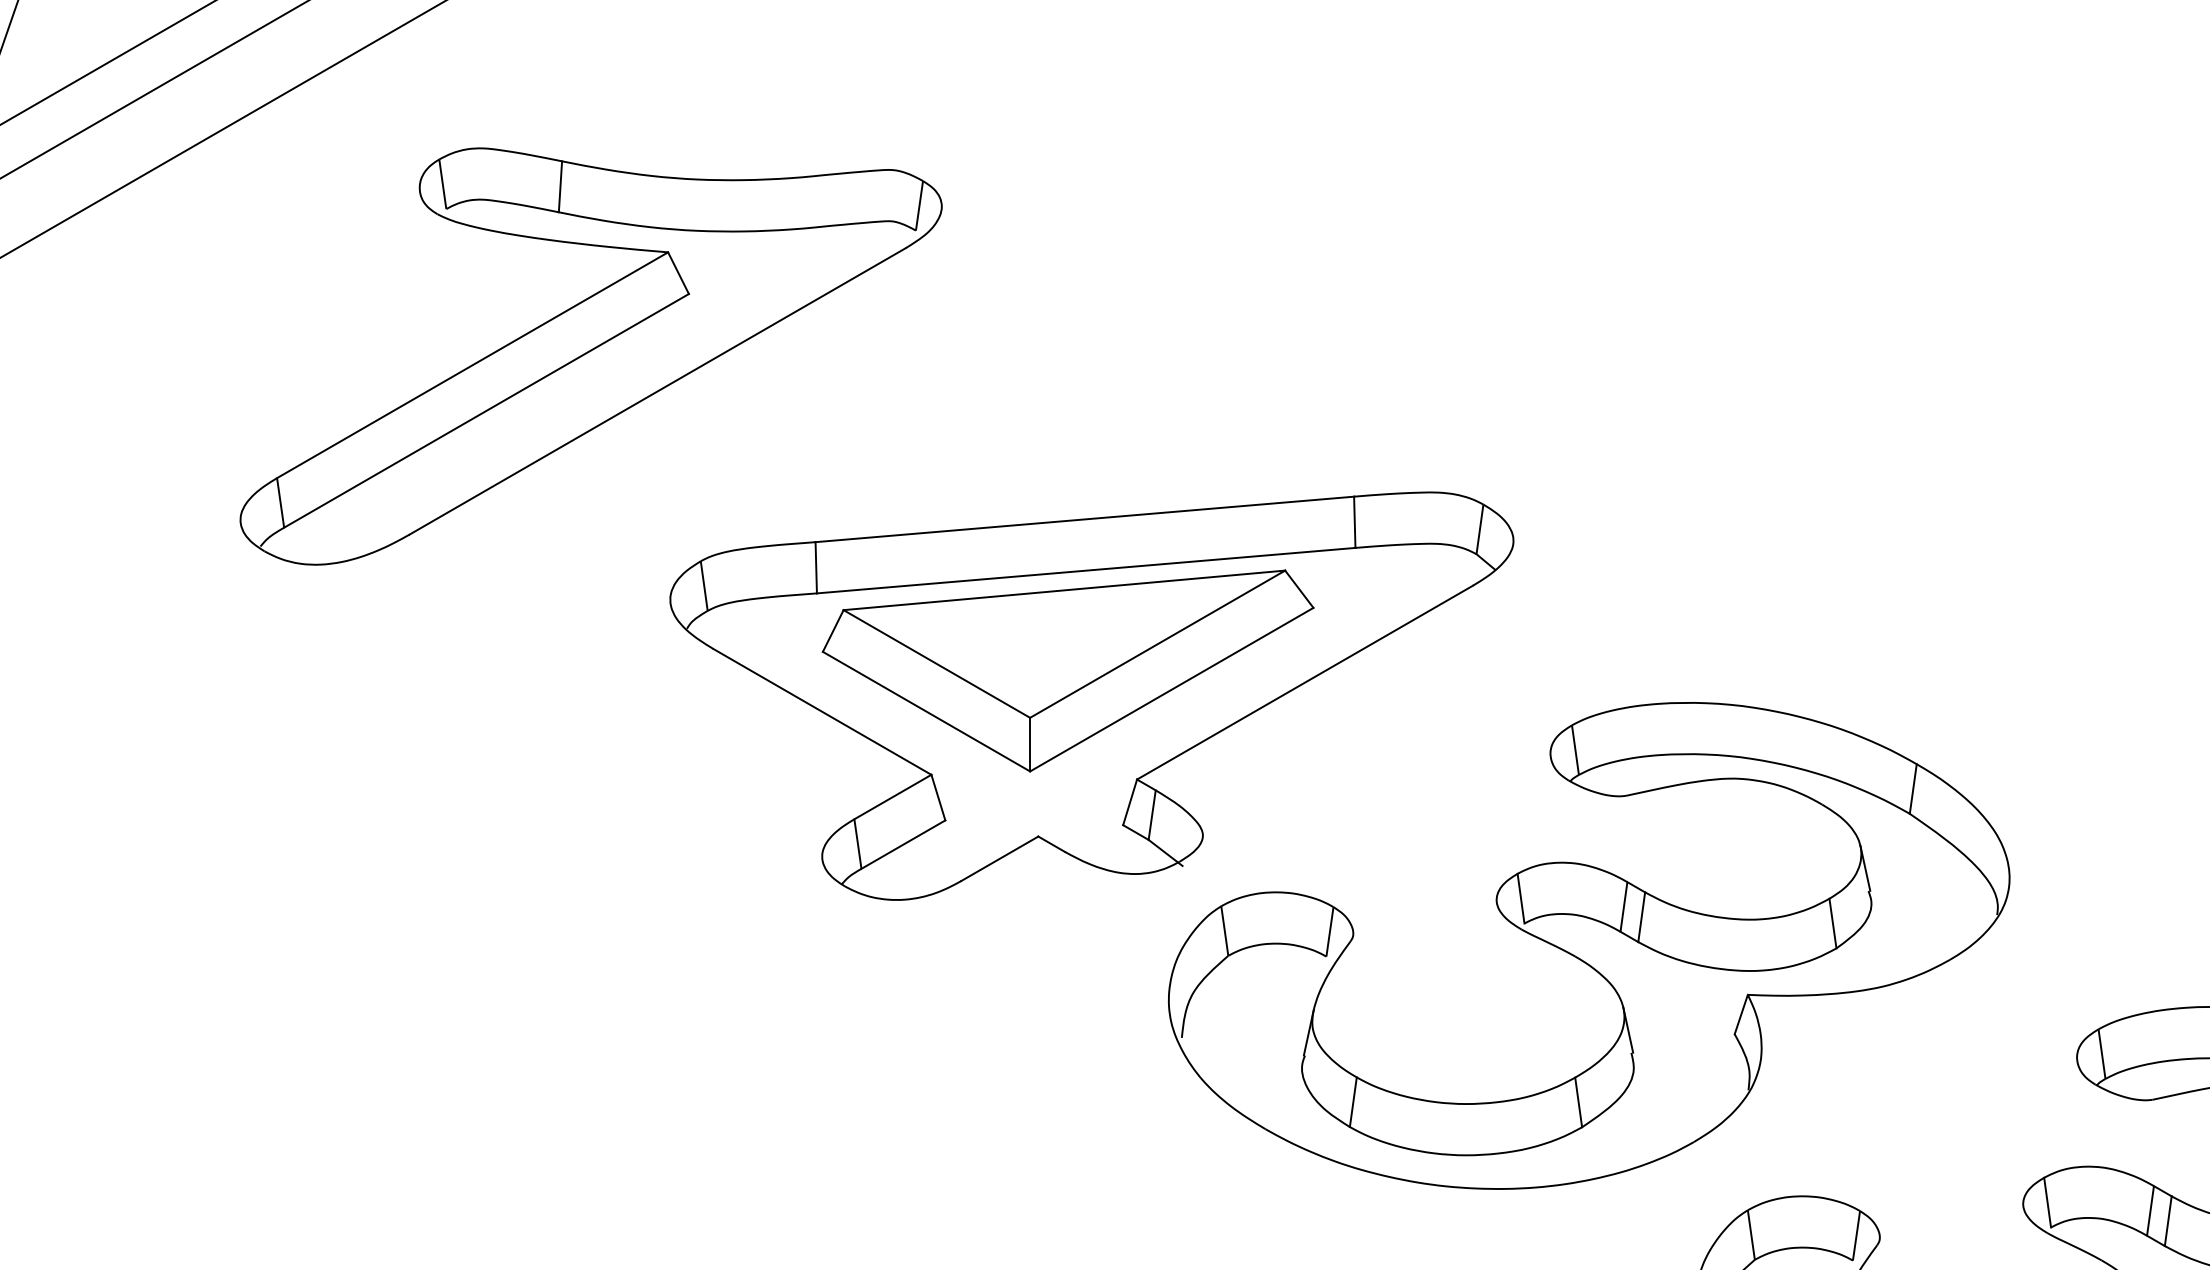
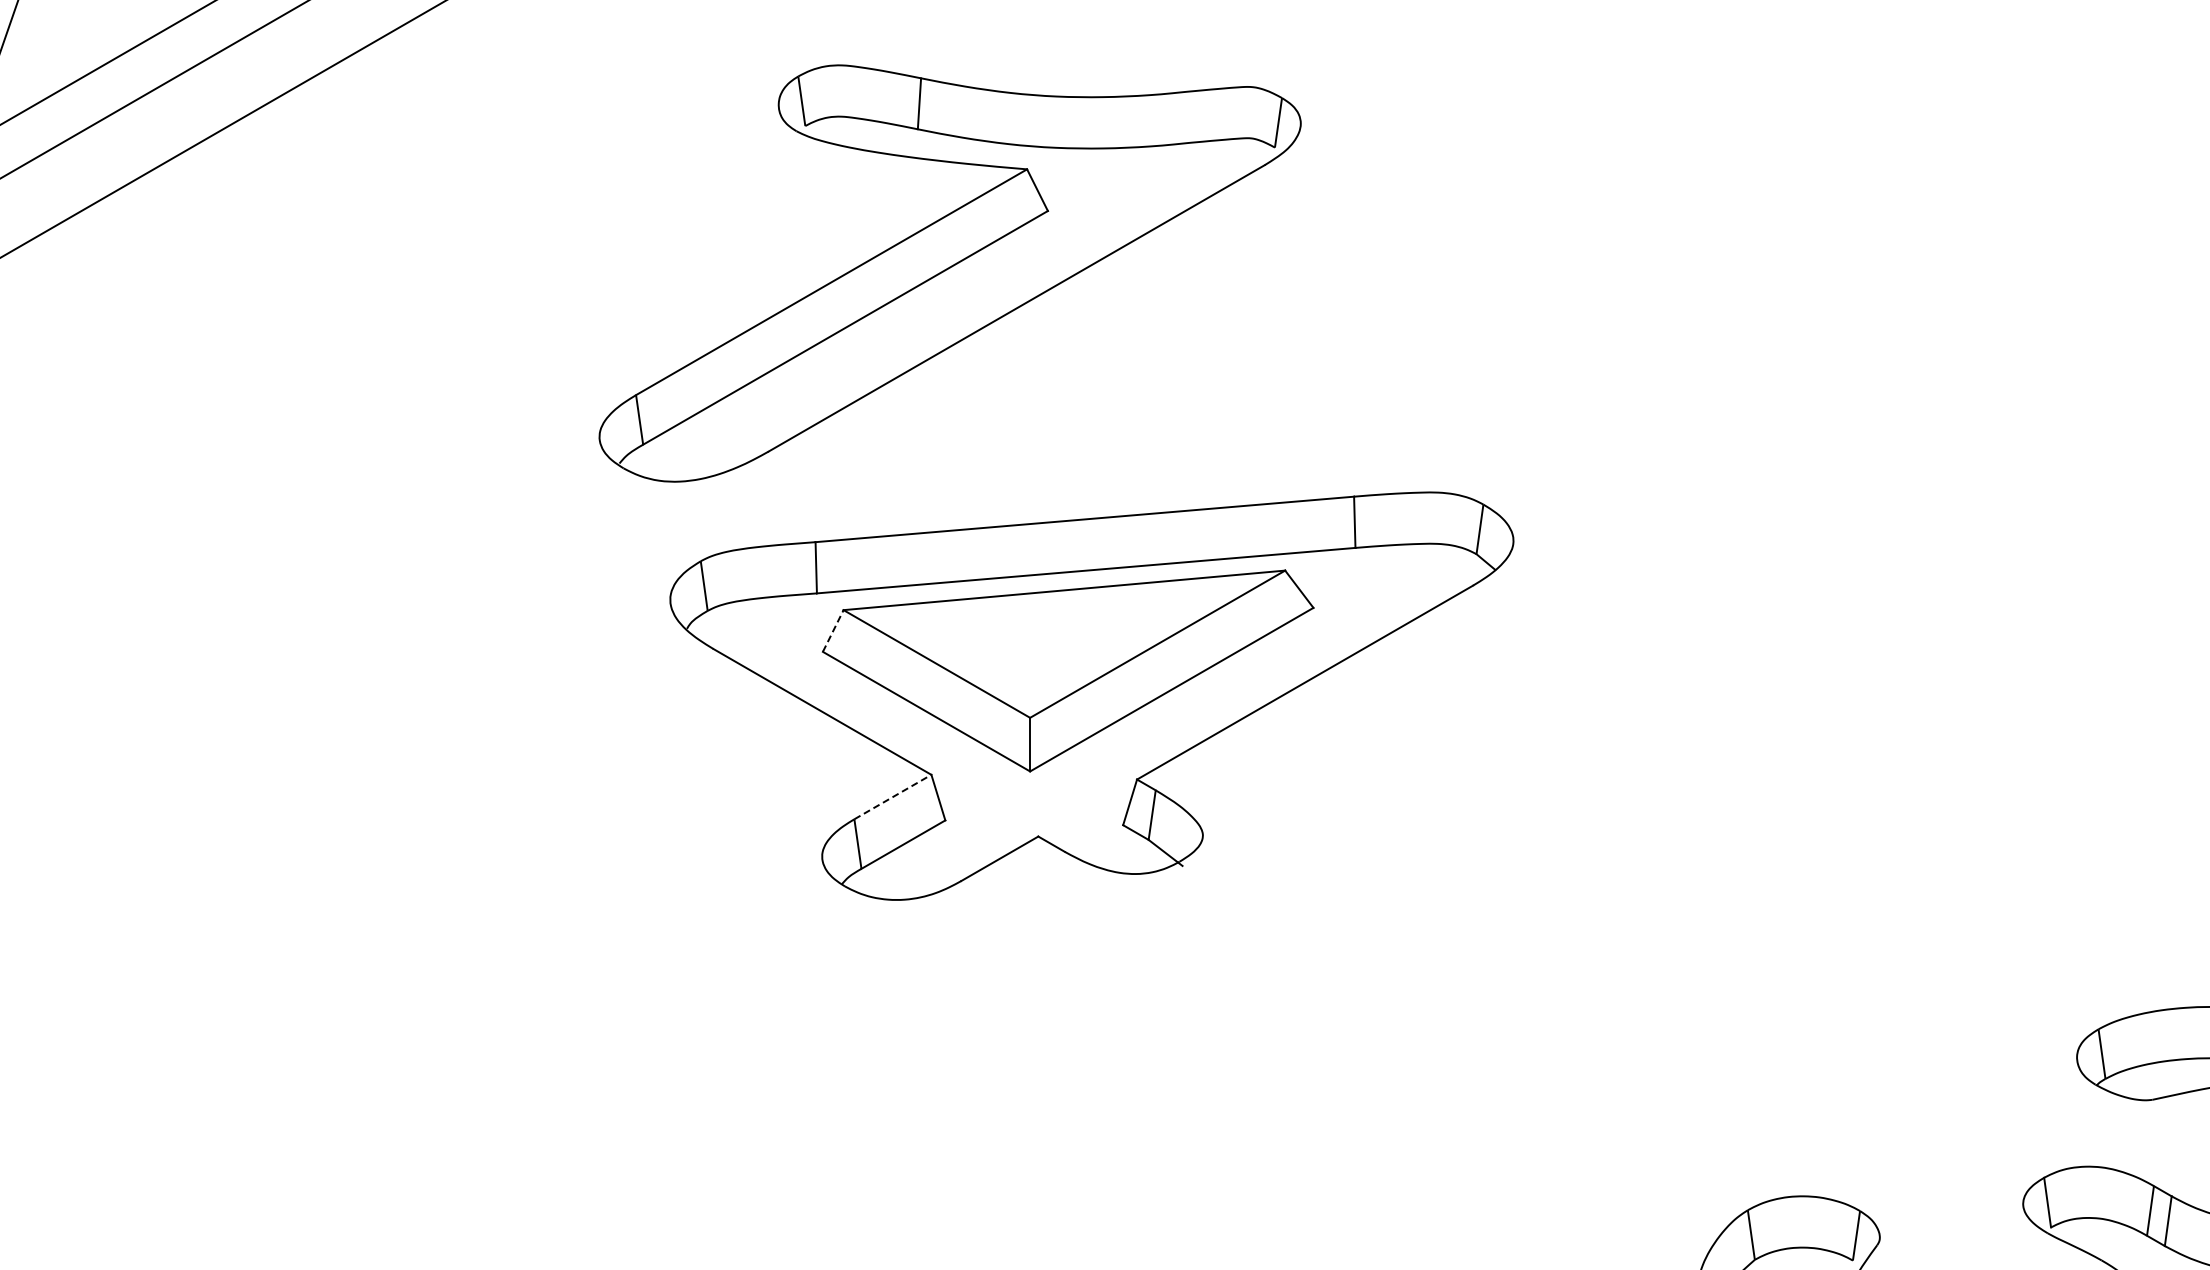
part at (590, 356) position: (590, 356) -> (949, 273)
line at (833, 630): solid -> dashed
line at (893, 796): solid -> dashed
part at (1589, 945): present -> none
